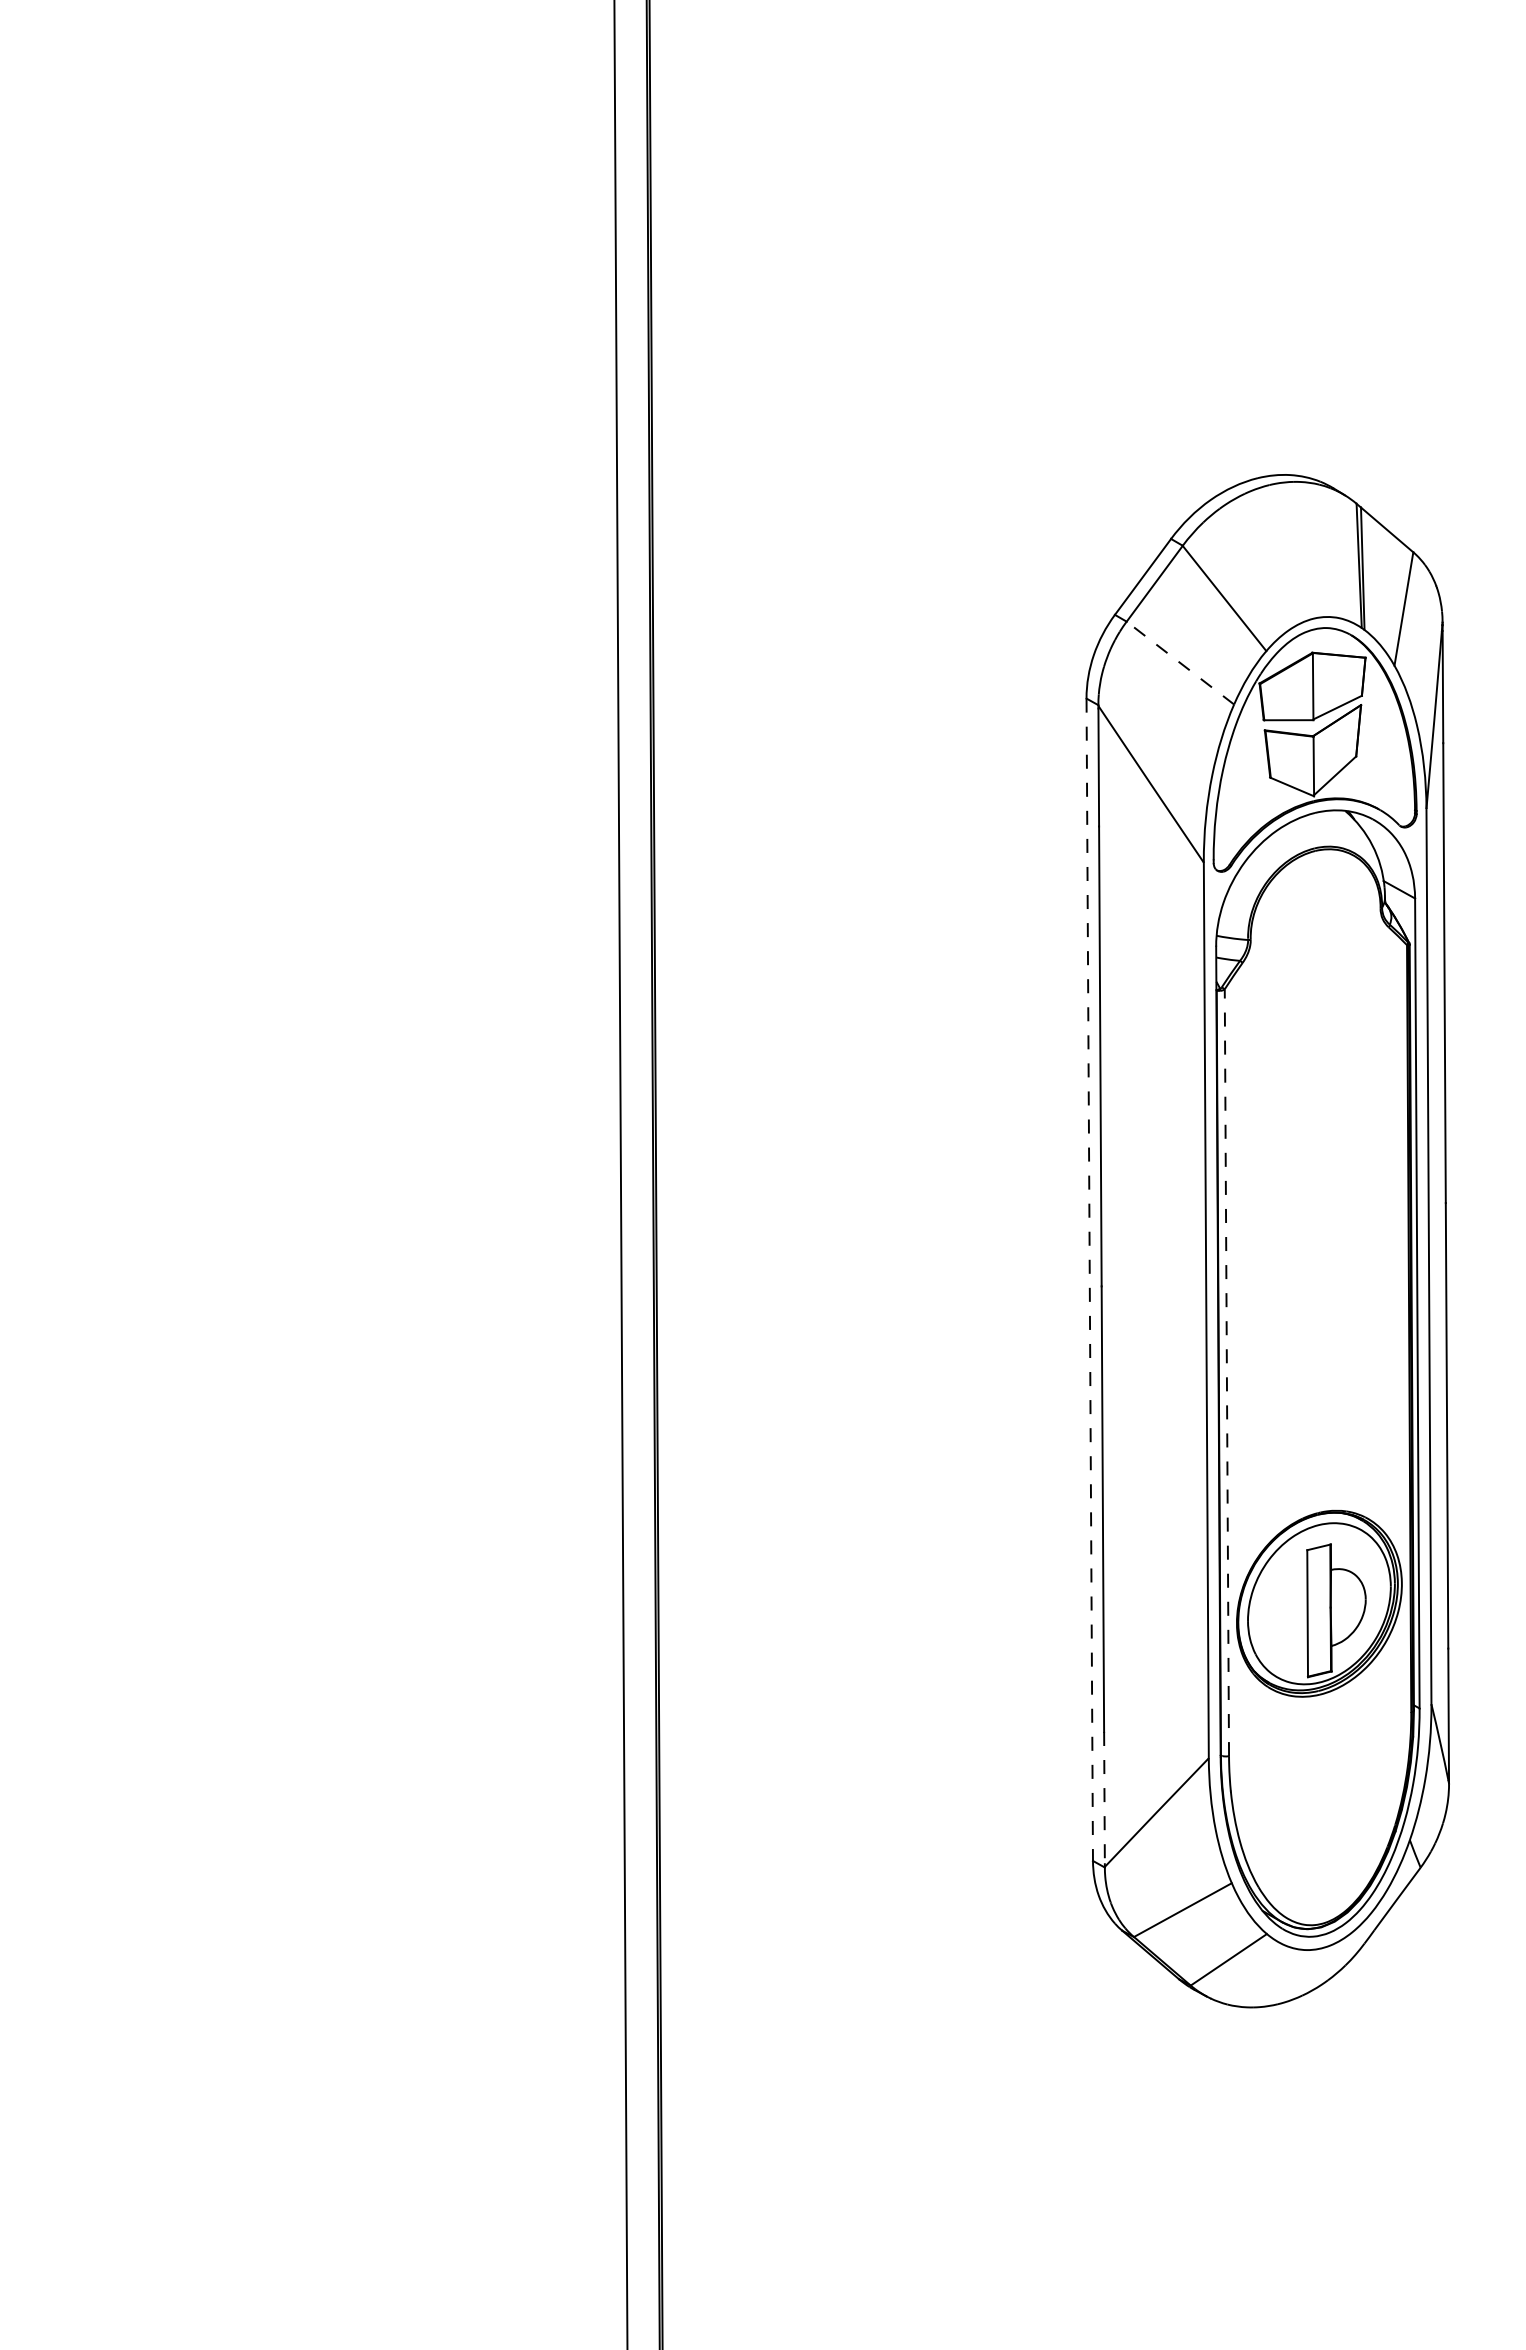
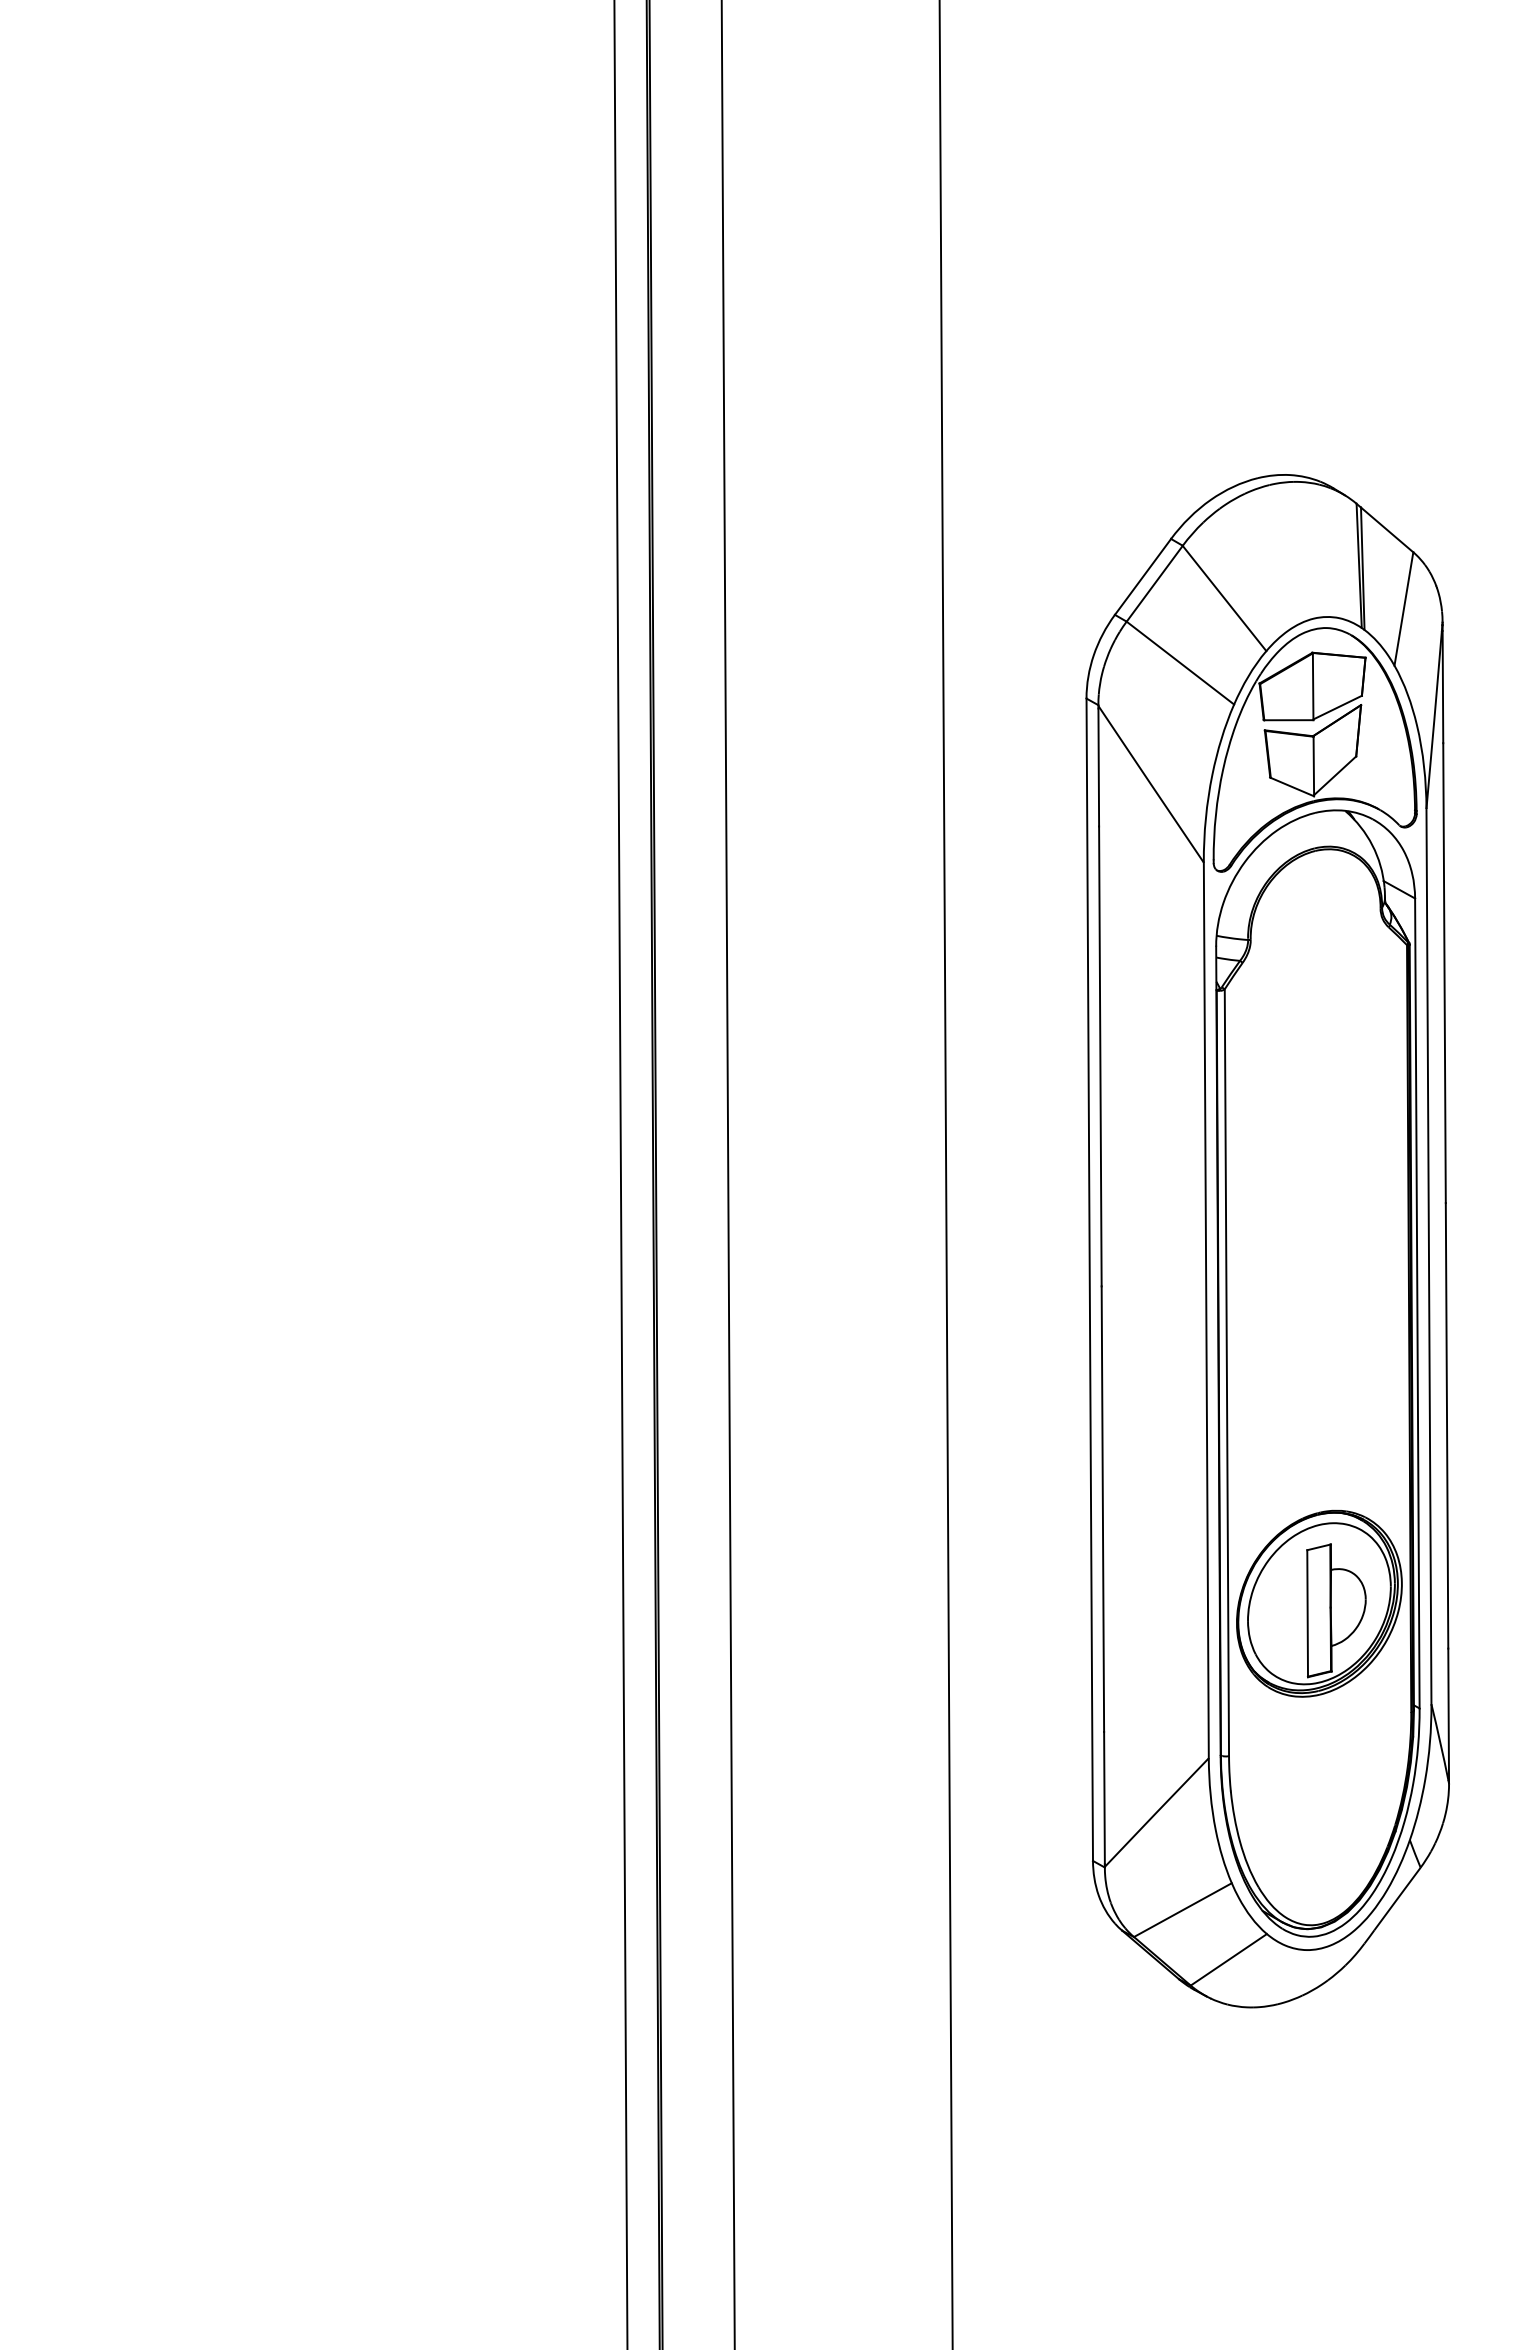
line at (1180, 663): dashed -> solid
line at (727, 1174): none -> present
line at (945, 1174): none -> present
line at (1089, 1280): dashed -> solid
line at (1226, 1372): dashed -> solid
line at (1104, 1798): dashed -> solid
